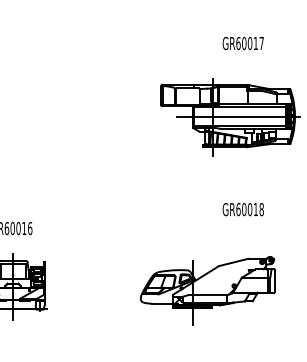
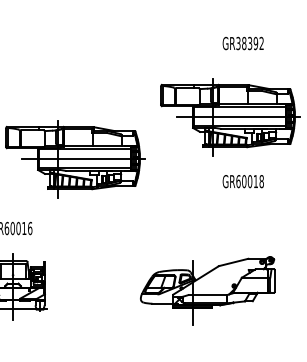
text at (249, 43): GR60017 -> GR38392
part at (75, 159): none -> present
text at (242, 209) position: (242, 209) -> (242, 181)
